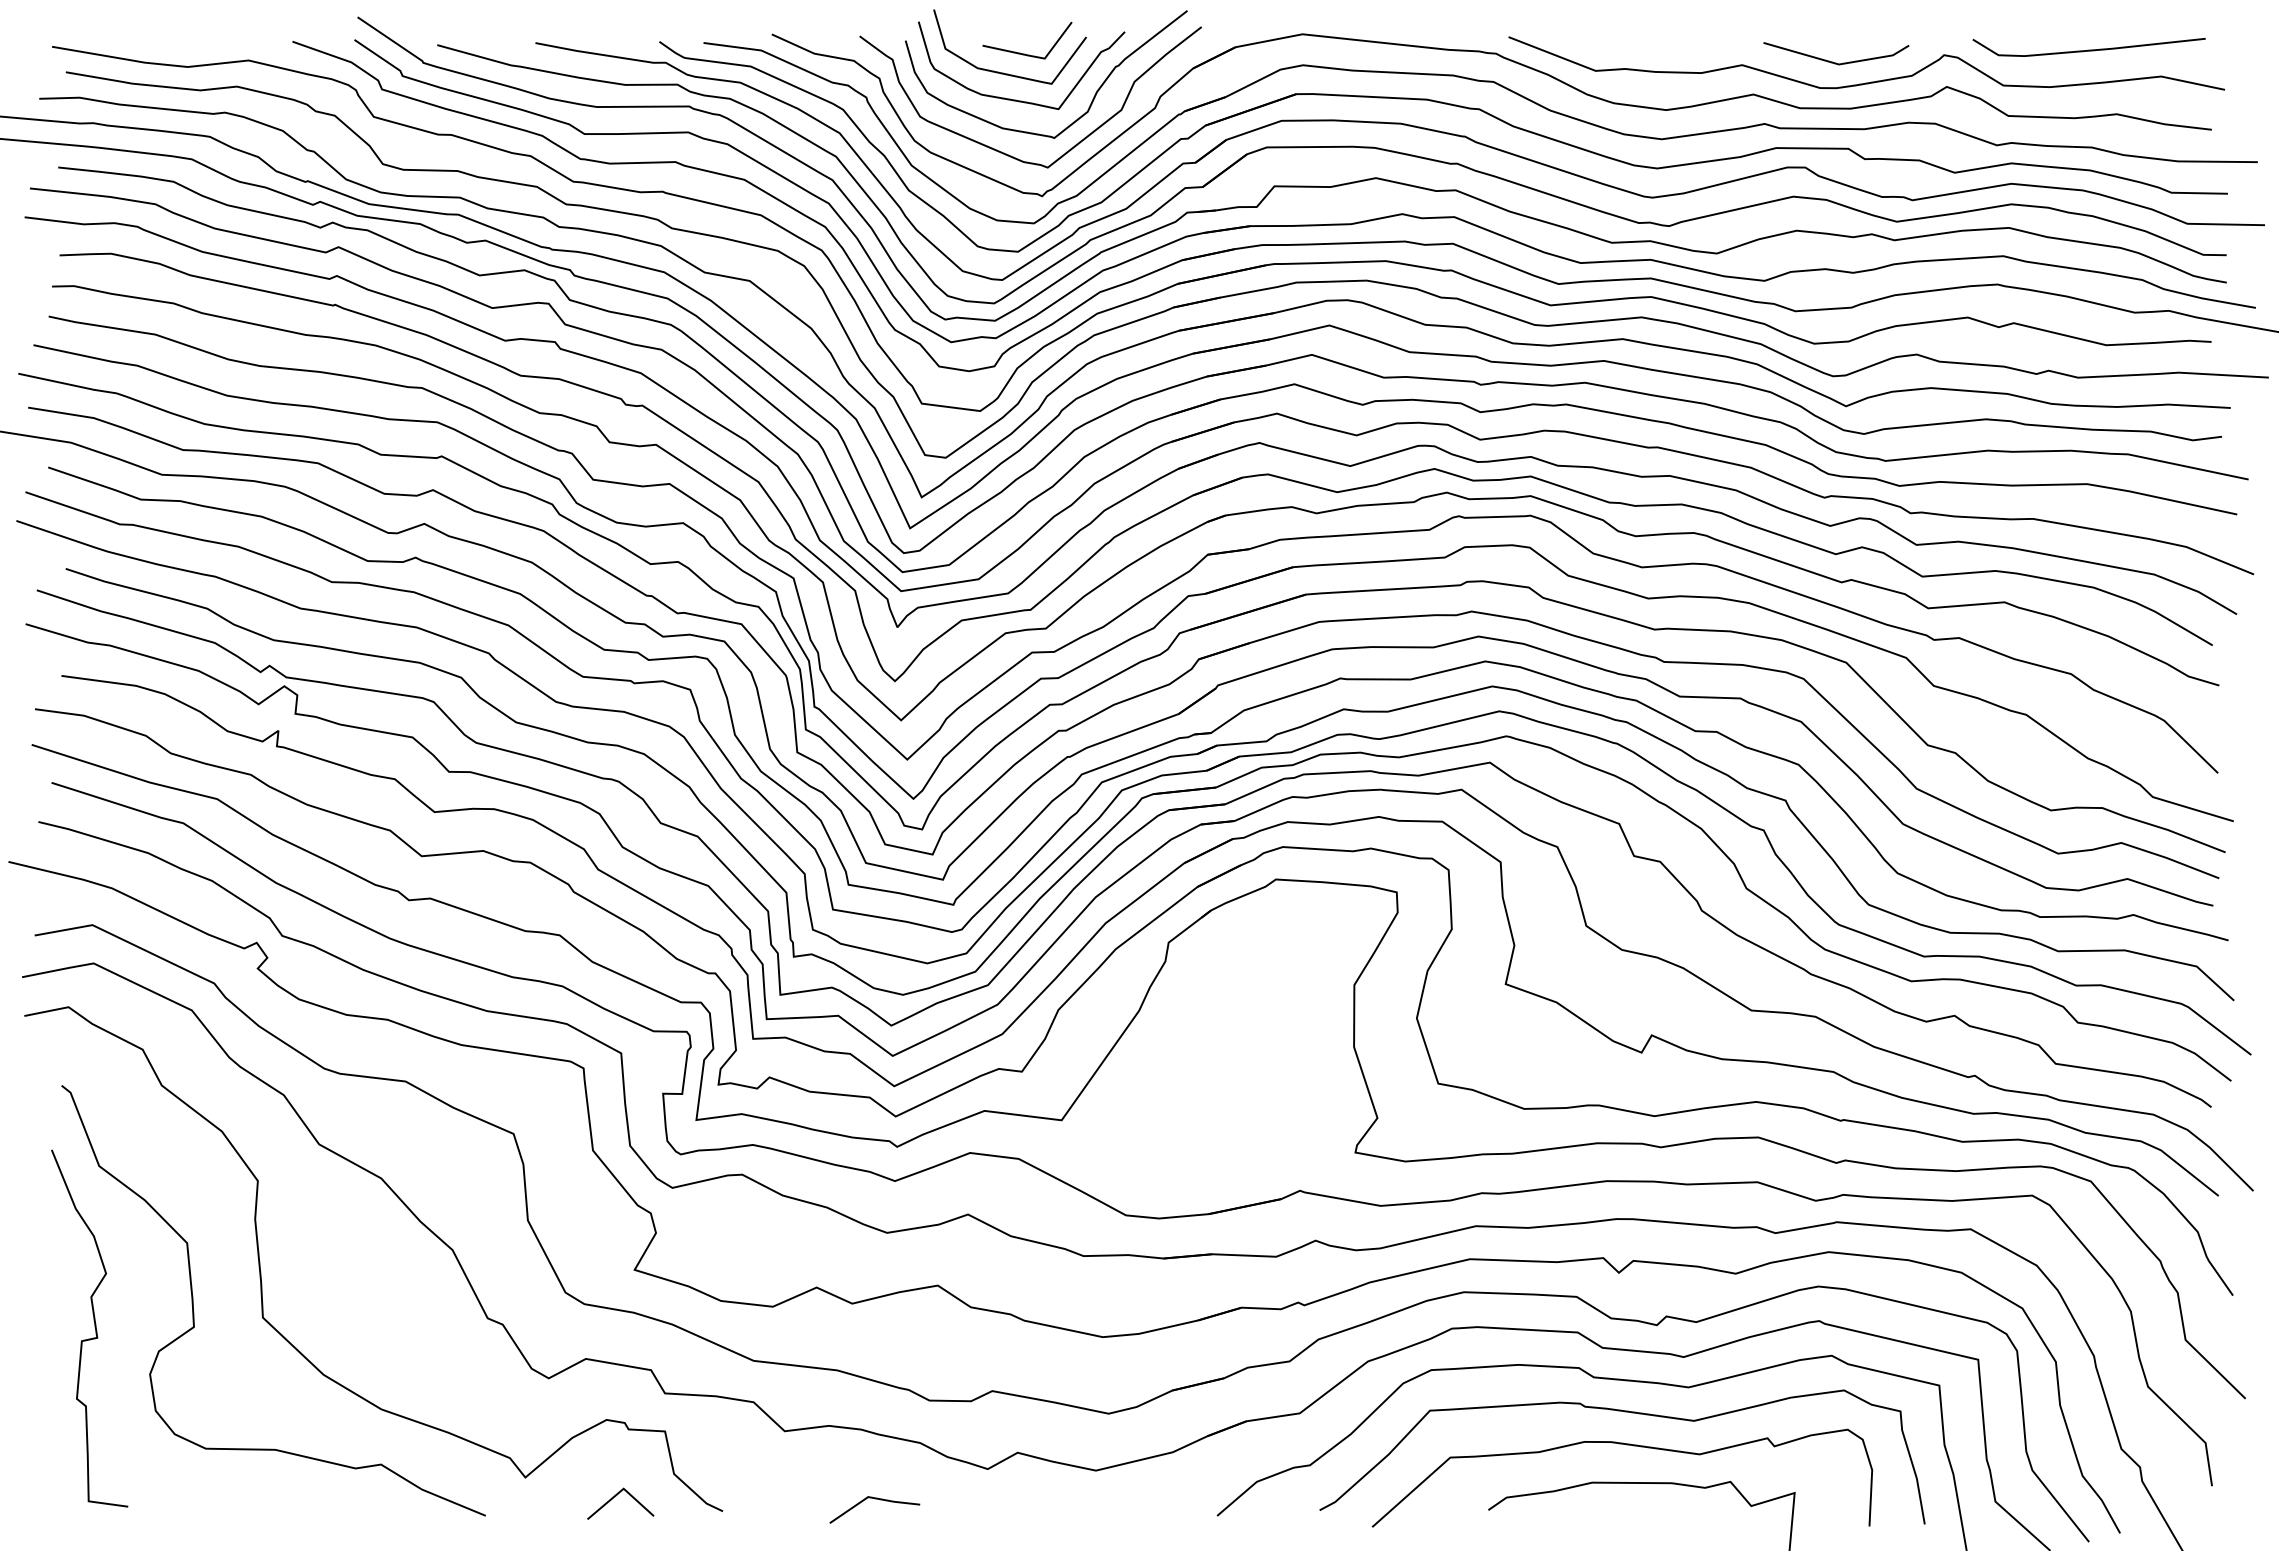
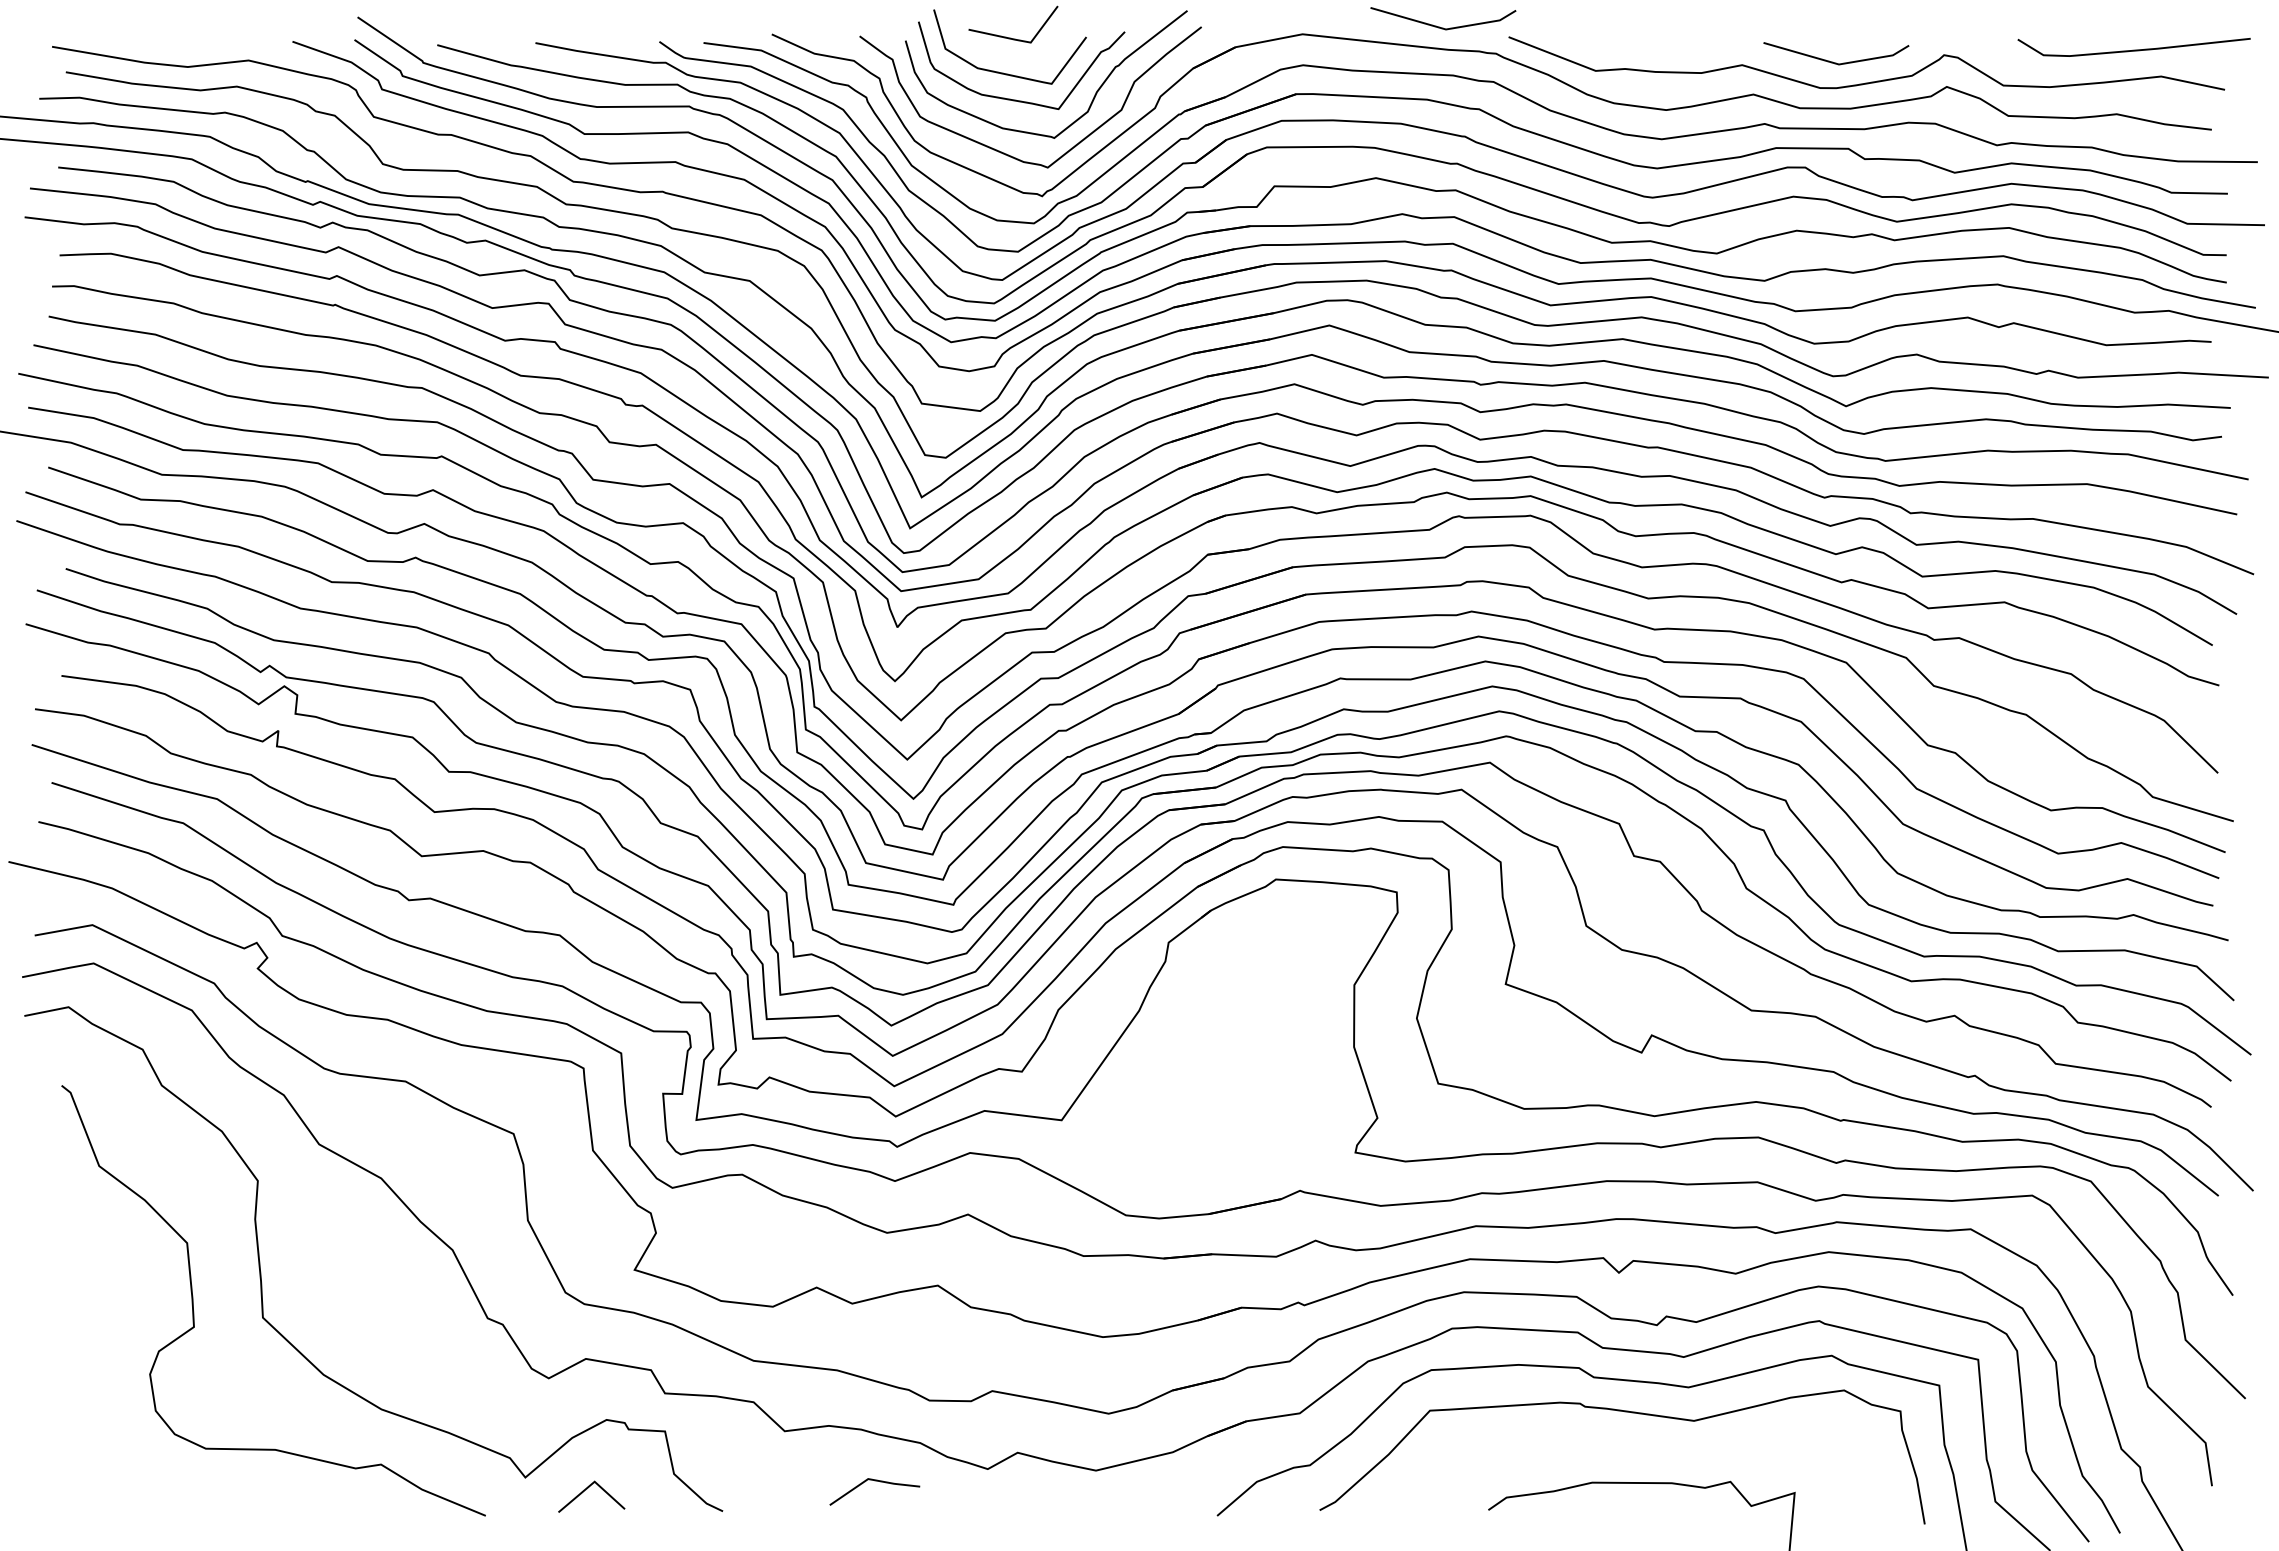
line at (1439, 26): none -> present
line at (2088, 49) position: (2088, 49) -> (2133, 49)
line at (1024, 53) position: (1024, 53) -> (1010, 37)
curve at (94, 1327): present -> none
curve at (1626, 1445): present -> none
line at (616, 1496) position: (616, 1496) -> (587, 1489)
line at (874, 1499) position: (874, 1499) -> (874, 1481)
